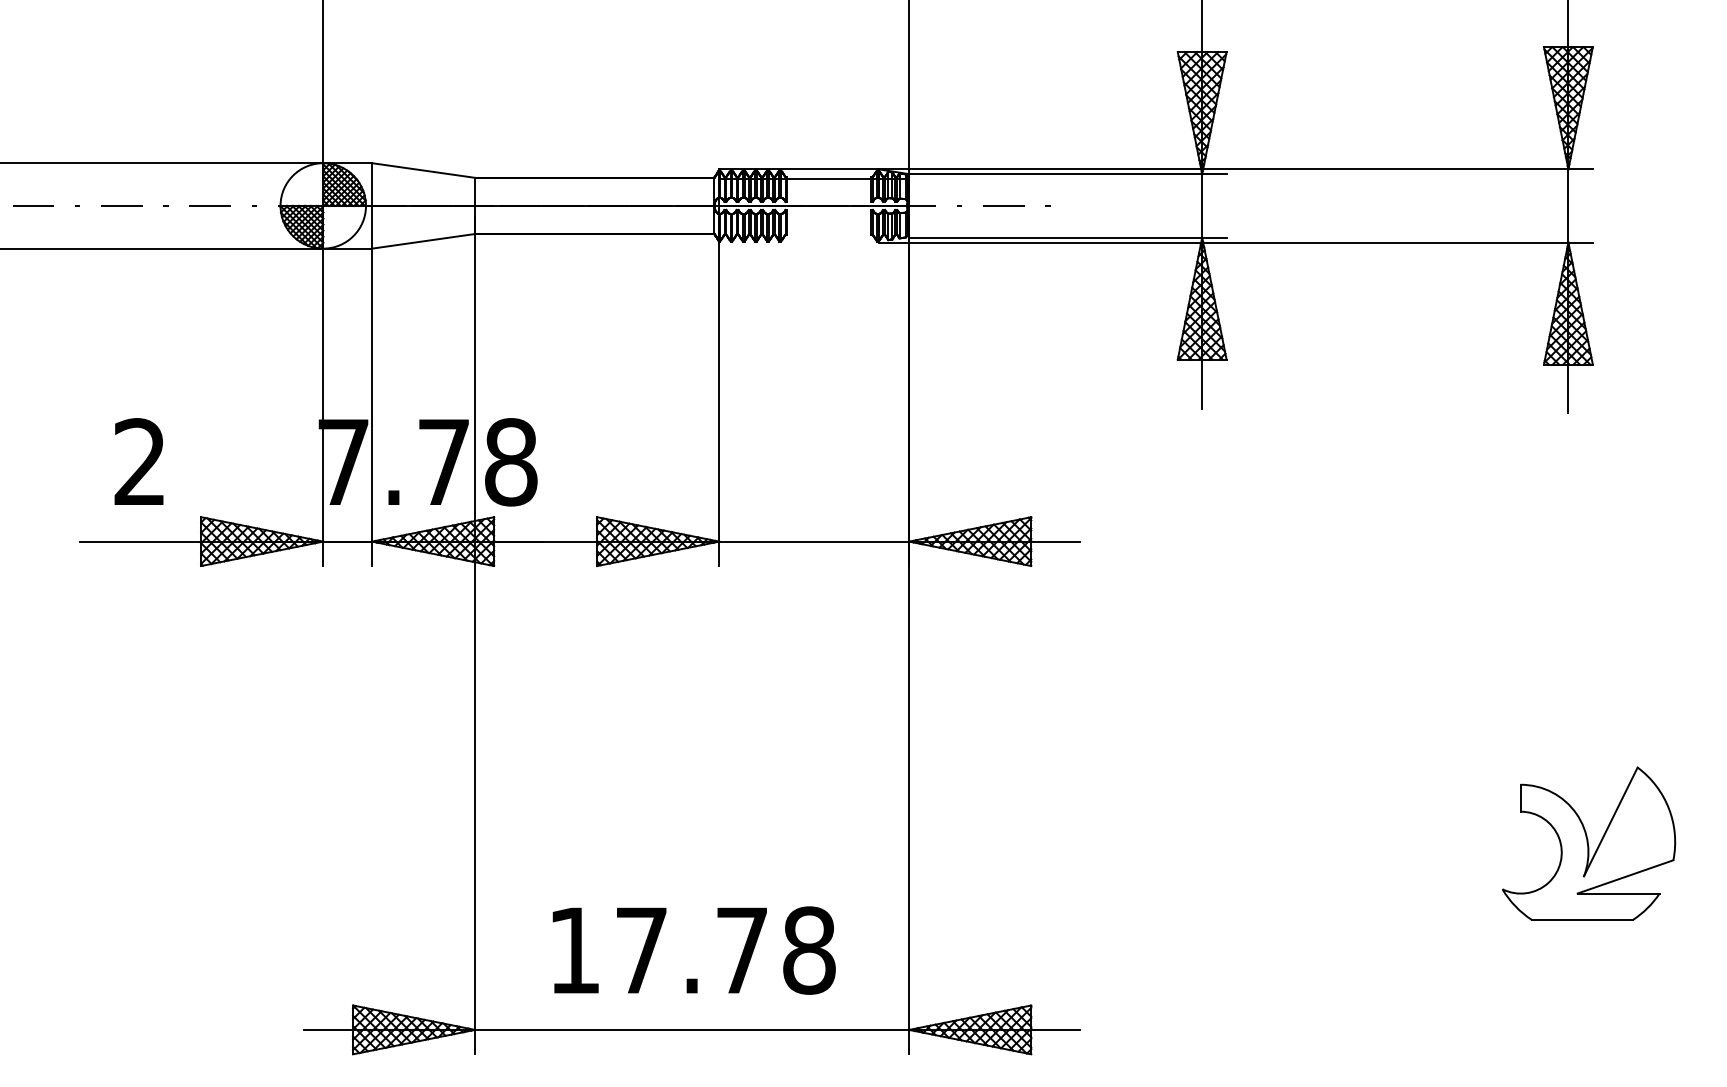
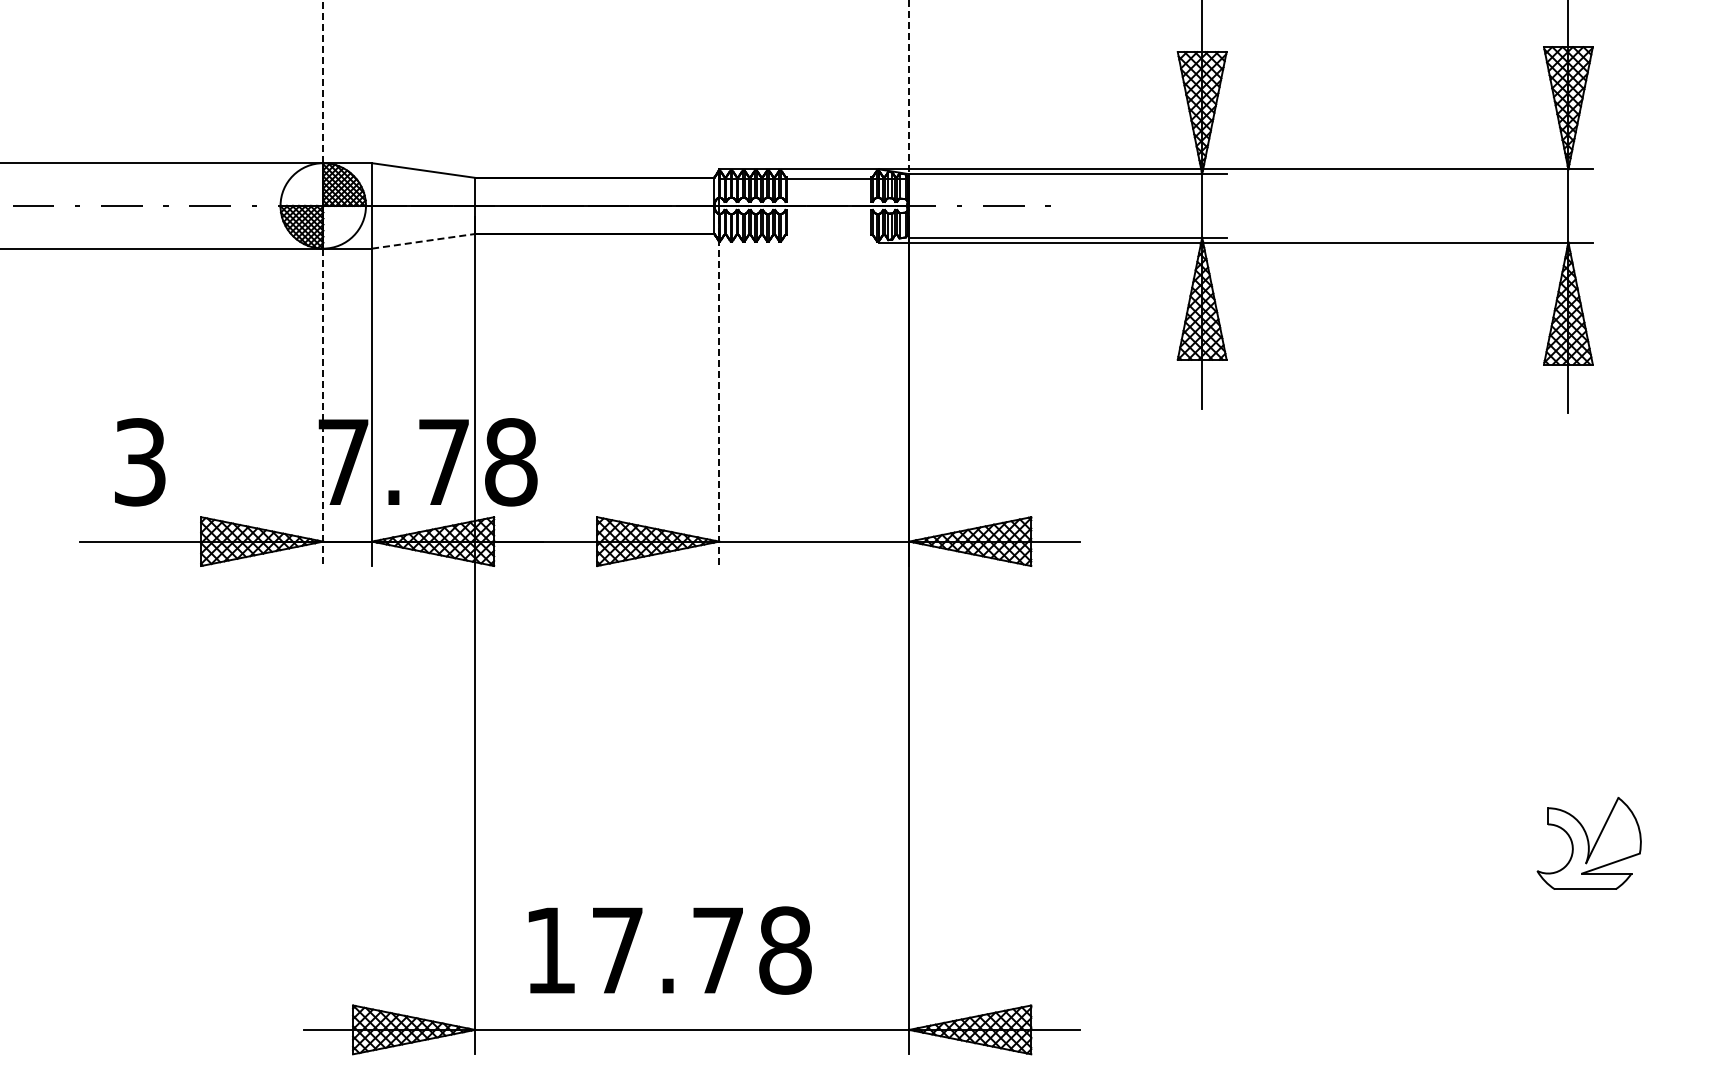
line at (323, 81): solid -> dashed
line at (909, 87): solid -> dashed
line at (424, 241): solid -> dashed
line at (719, 391): solid -> dashed
line at (323, 407): solid -> dashed
text at (139, 462): 2 -> 3
part at (1589, 843) size: 175x155 px -> 106x93 px
text at (693, 950) position: (693, 950) -> (669, 950)
